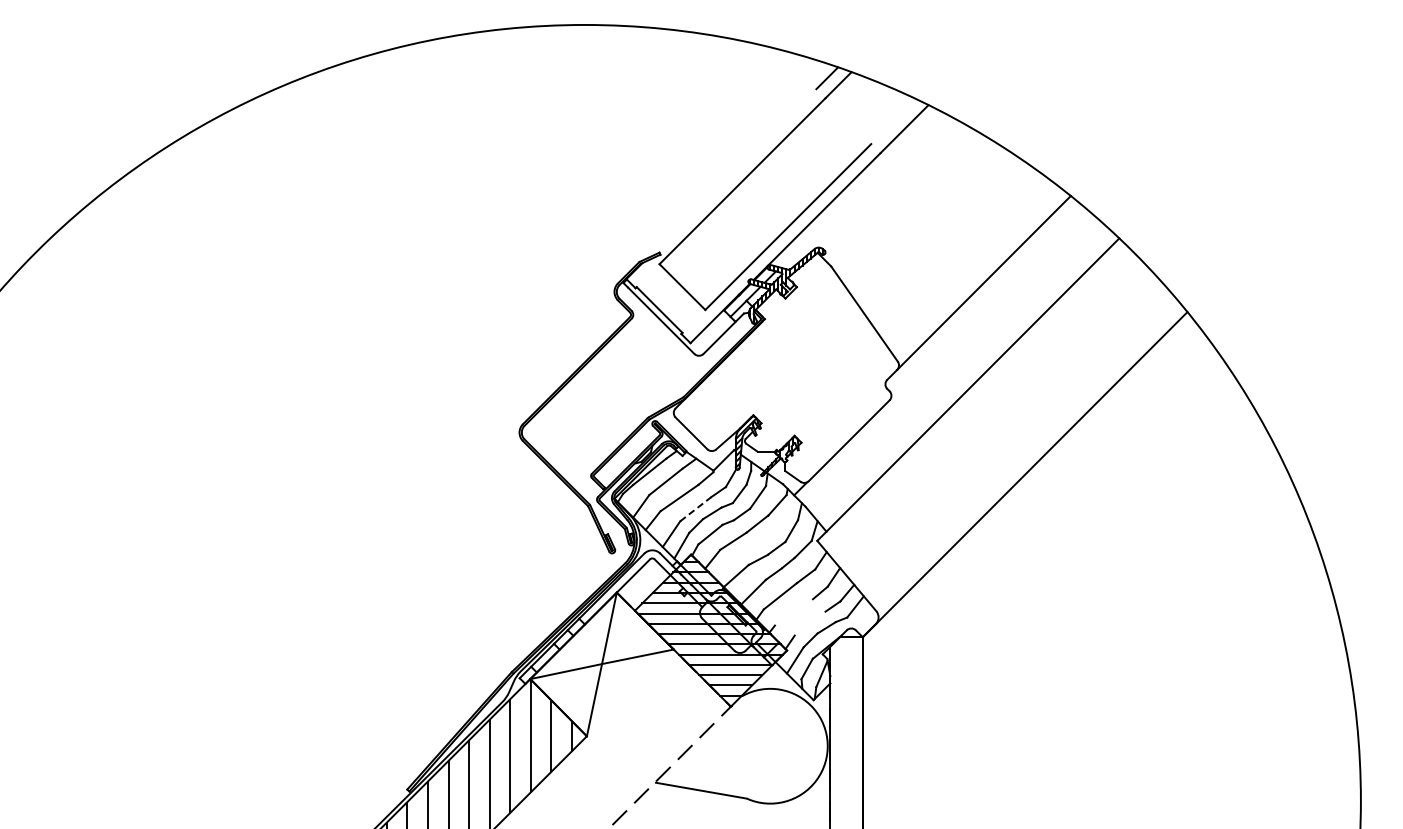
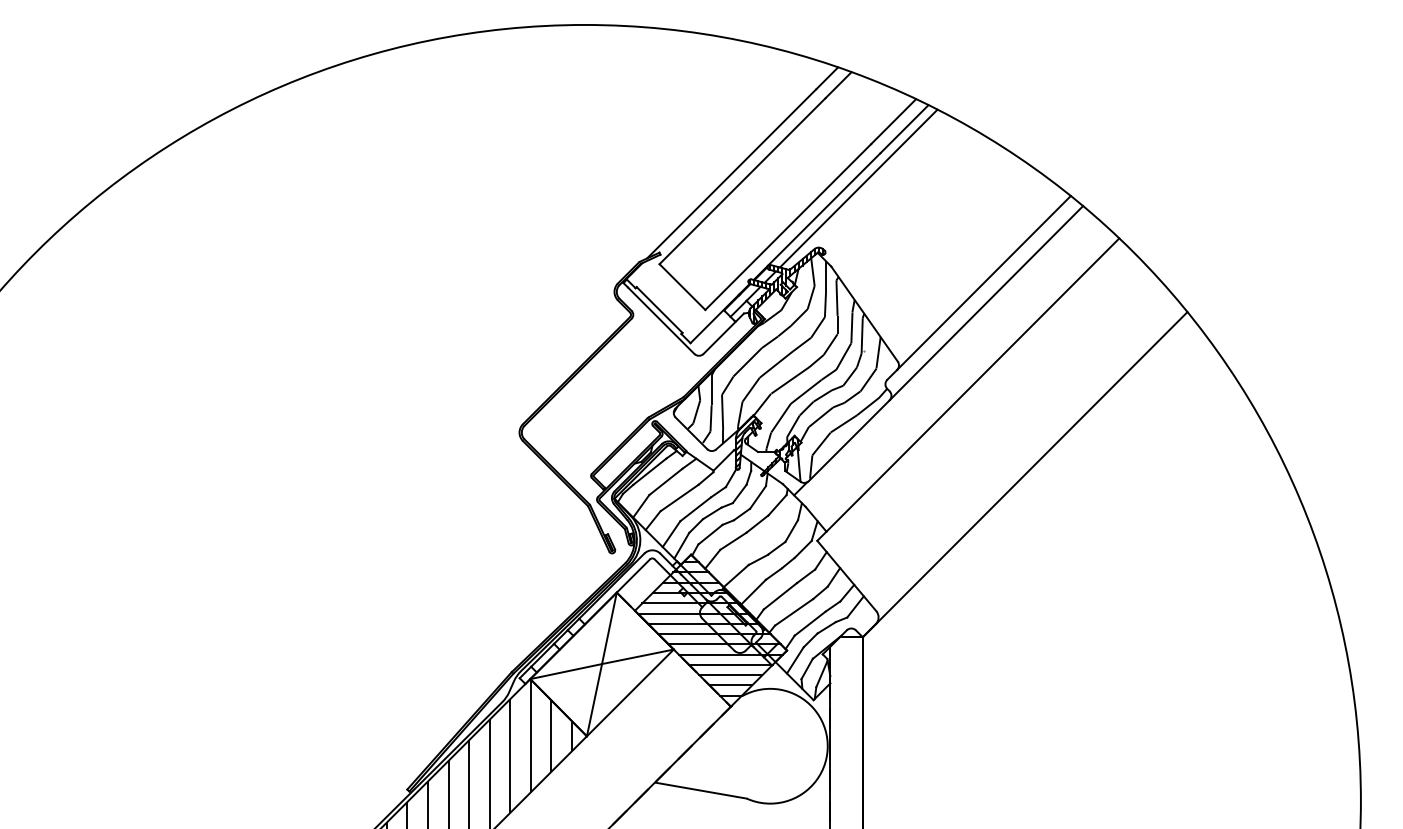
line at (893, 121): none -> present
line at (731, 173): none -> present
line at (858, 188): none -> present
line at (986, 303): none -> present
hatch at (780, 369): none -> present
line at (695, 509): dashed -> solid
line at (794, 612): none -> present
line at (809, 623): none -> present
line at (629, 692): none -> present
line at (671, 765): none -> present
